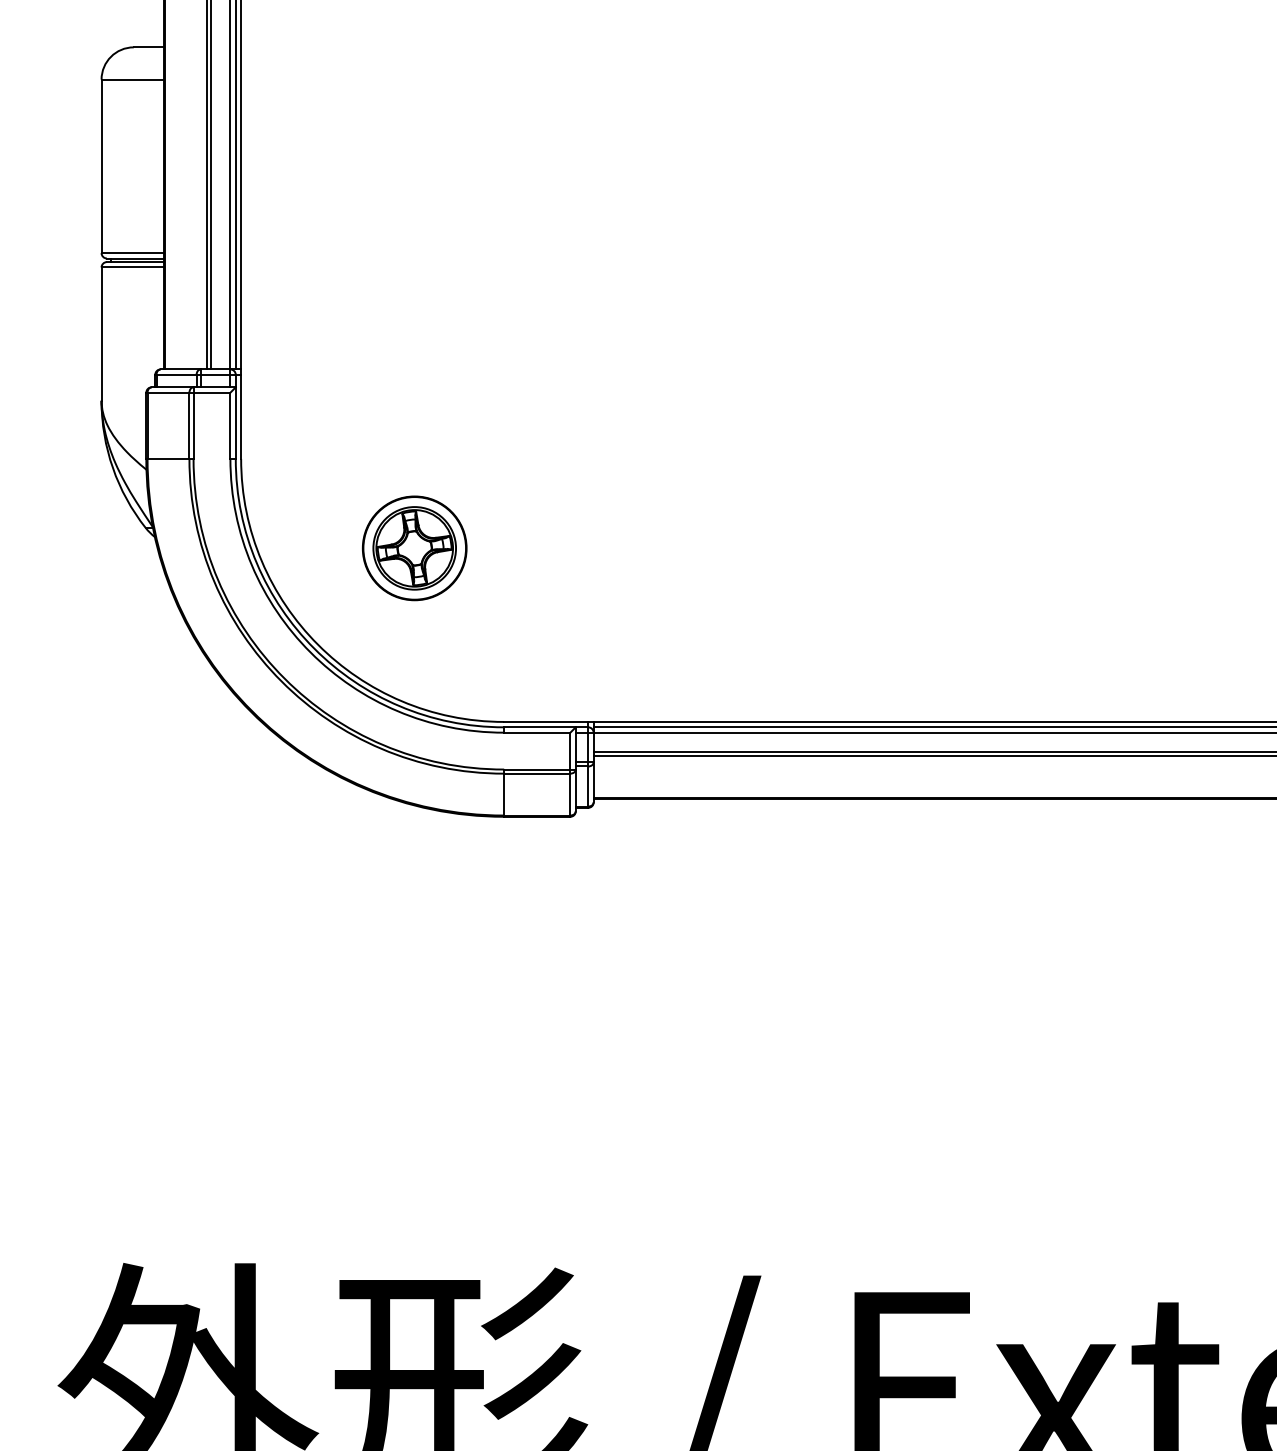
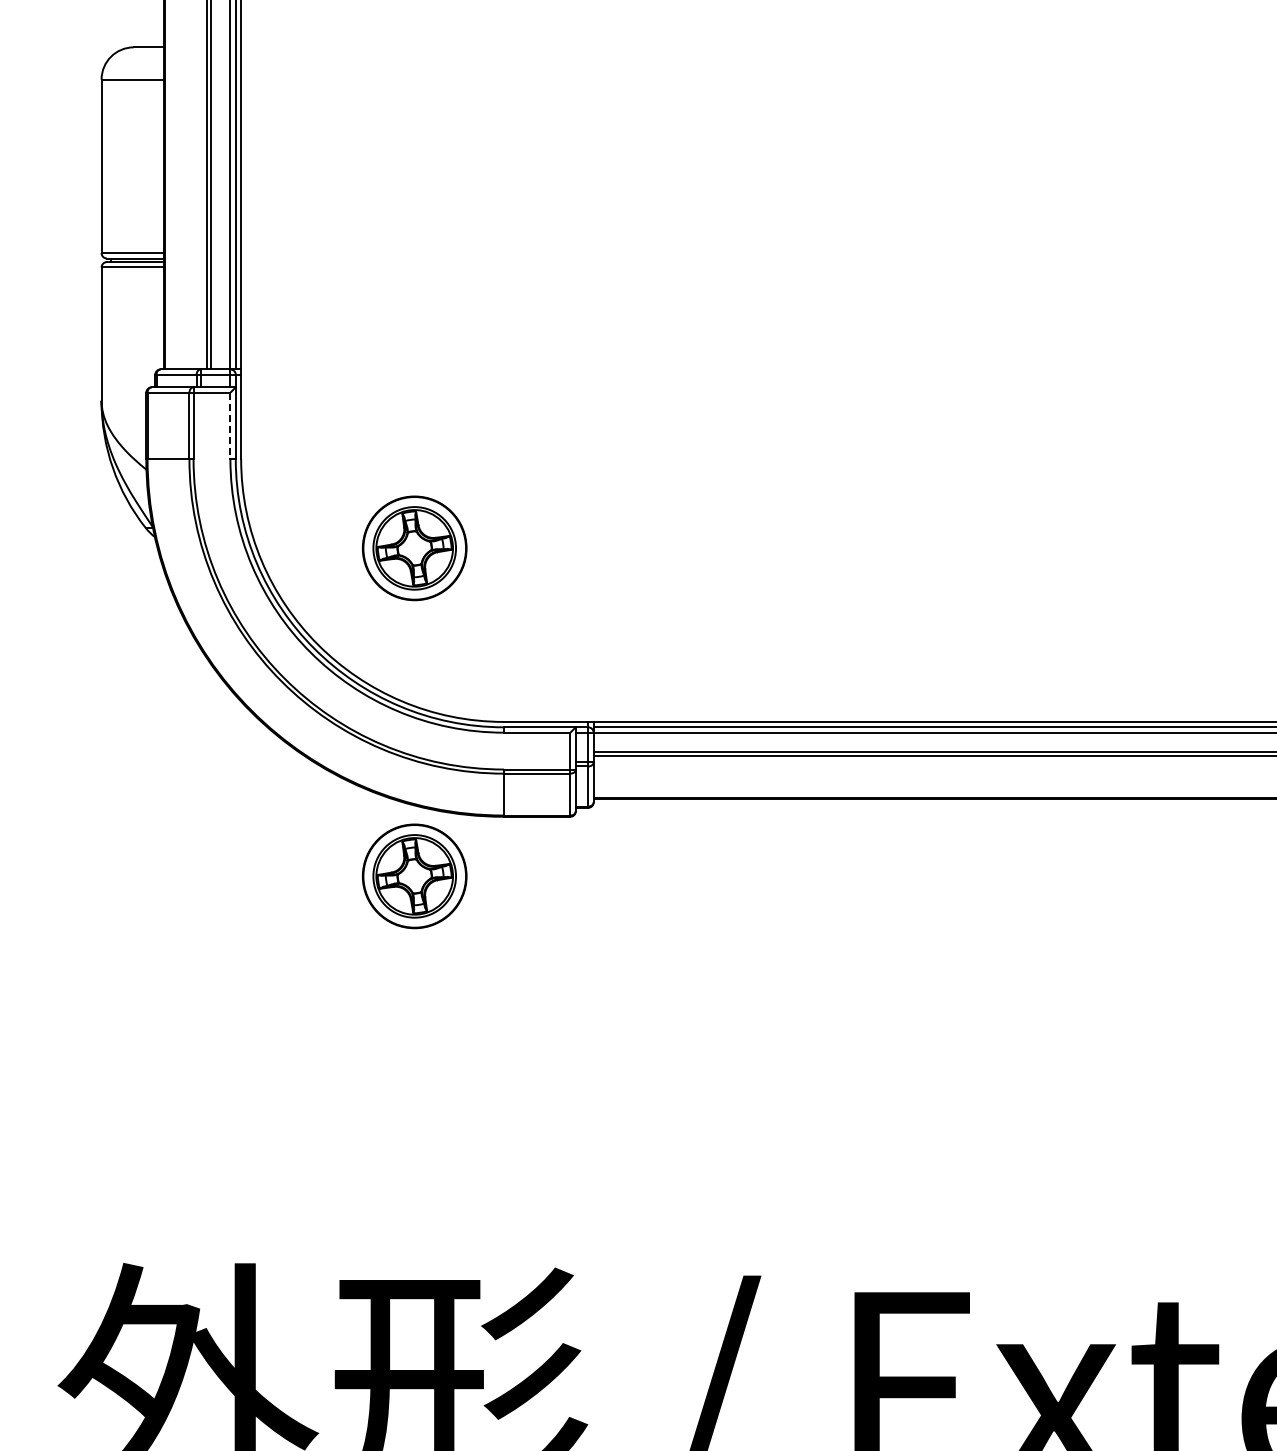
line at (230, 426): solid -> dashed
part at (414, 876): none -> present
